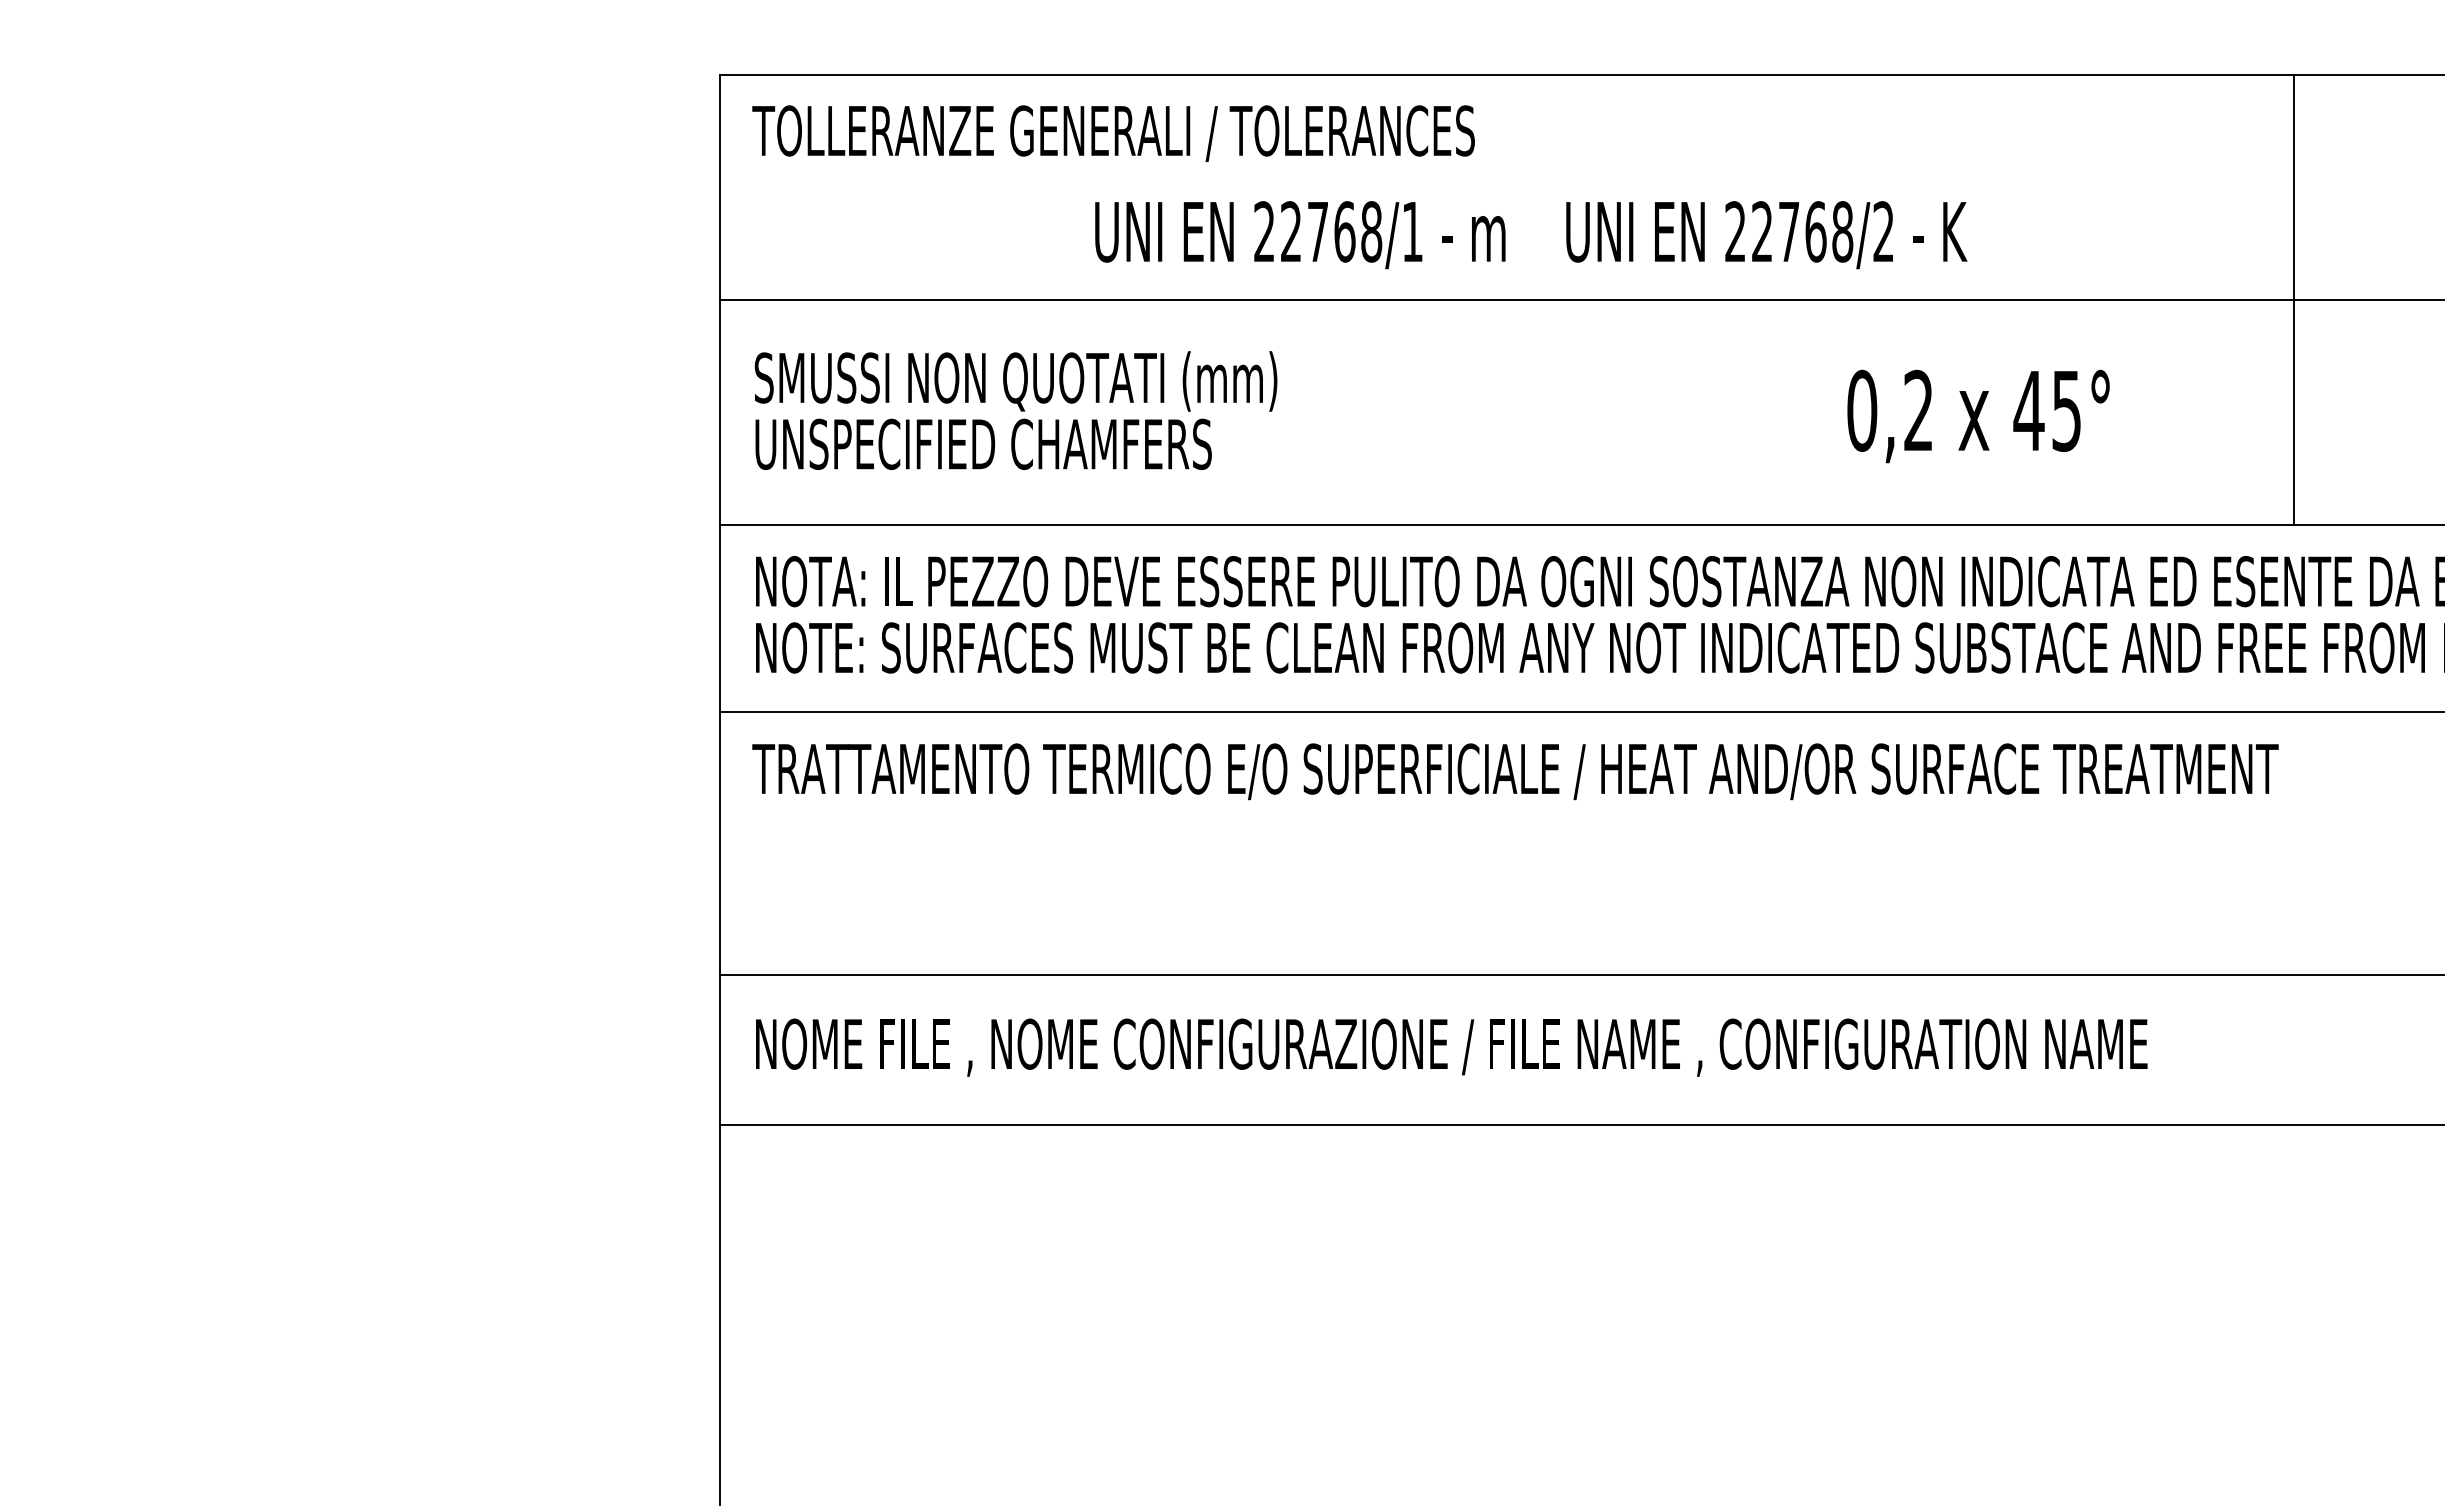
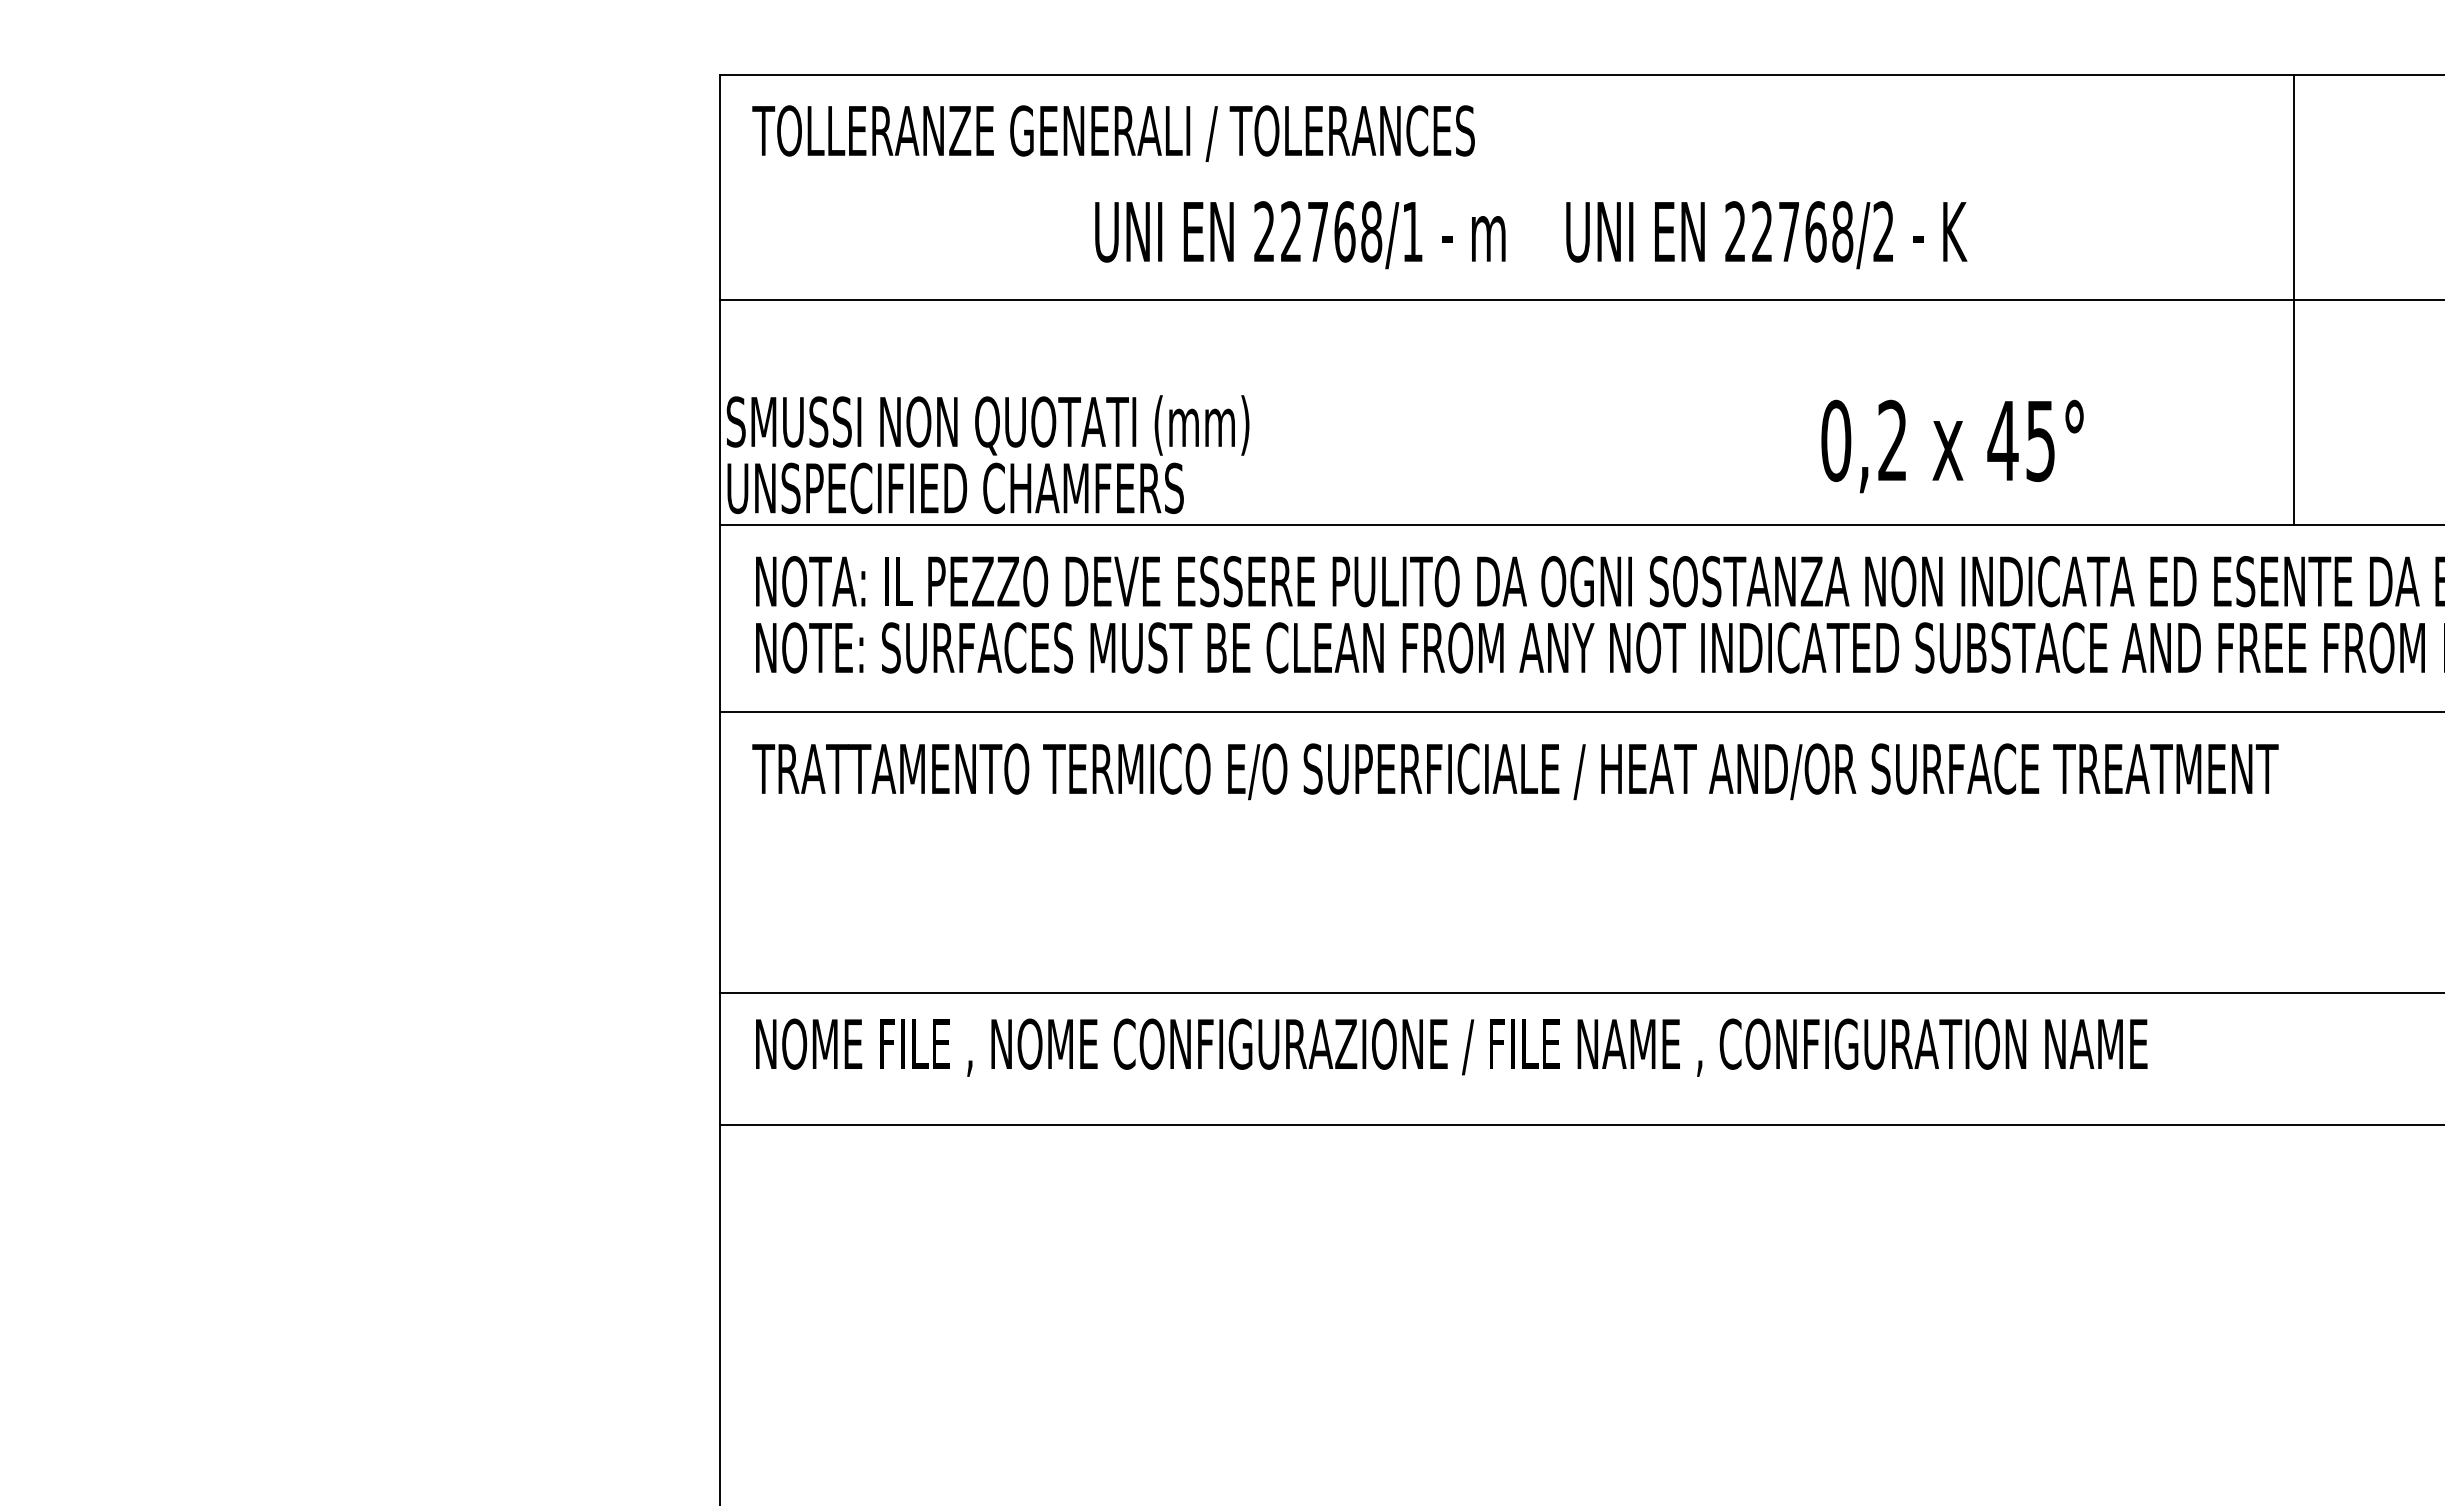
text at (1015, 410) position: (1015, 410) -> (987, 454)
text at (1978, 416) position: (1978, 416) -> (1952, 446)
line at (1580, 974) position: (1580, 974) -> (1580, 992)
